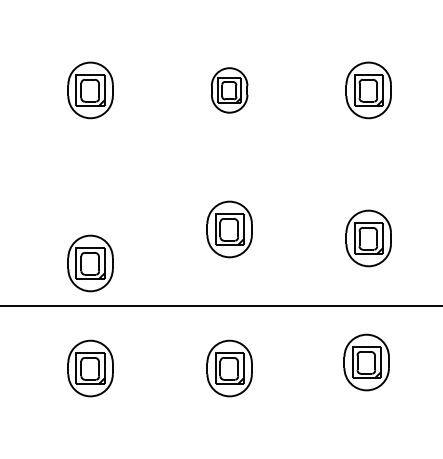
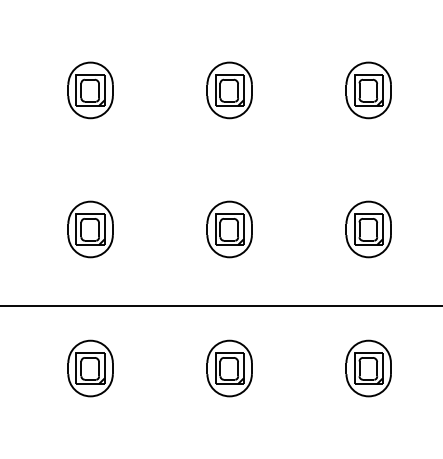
part at (229, 90) size: 38x47 px -> 47x59 px
part at (368, 238) position: (368, 238) -> (368, 229)
part at (90, 263) position: (90, 263) -> (90, 229)
part at (366, 362) position: (366, 362) -> (368, 368)
